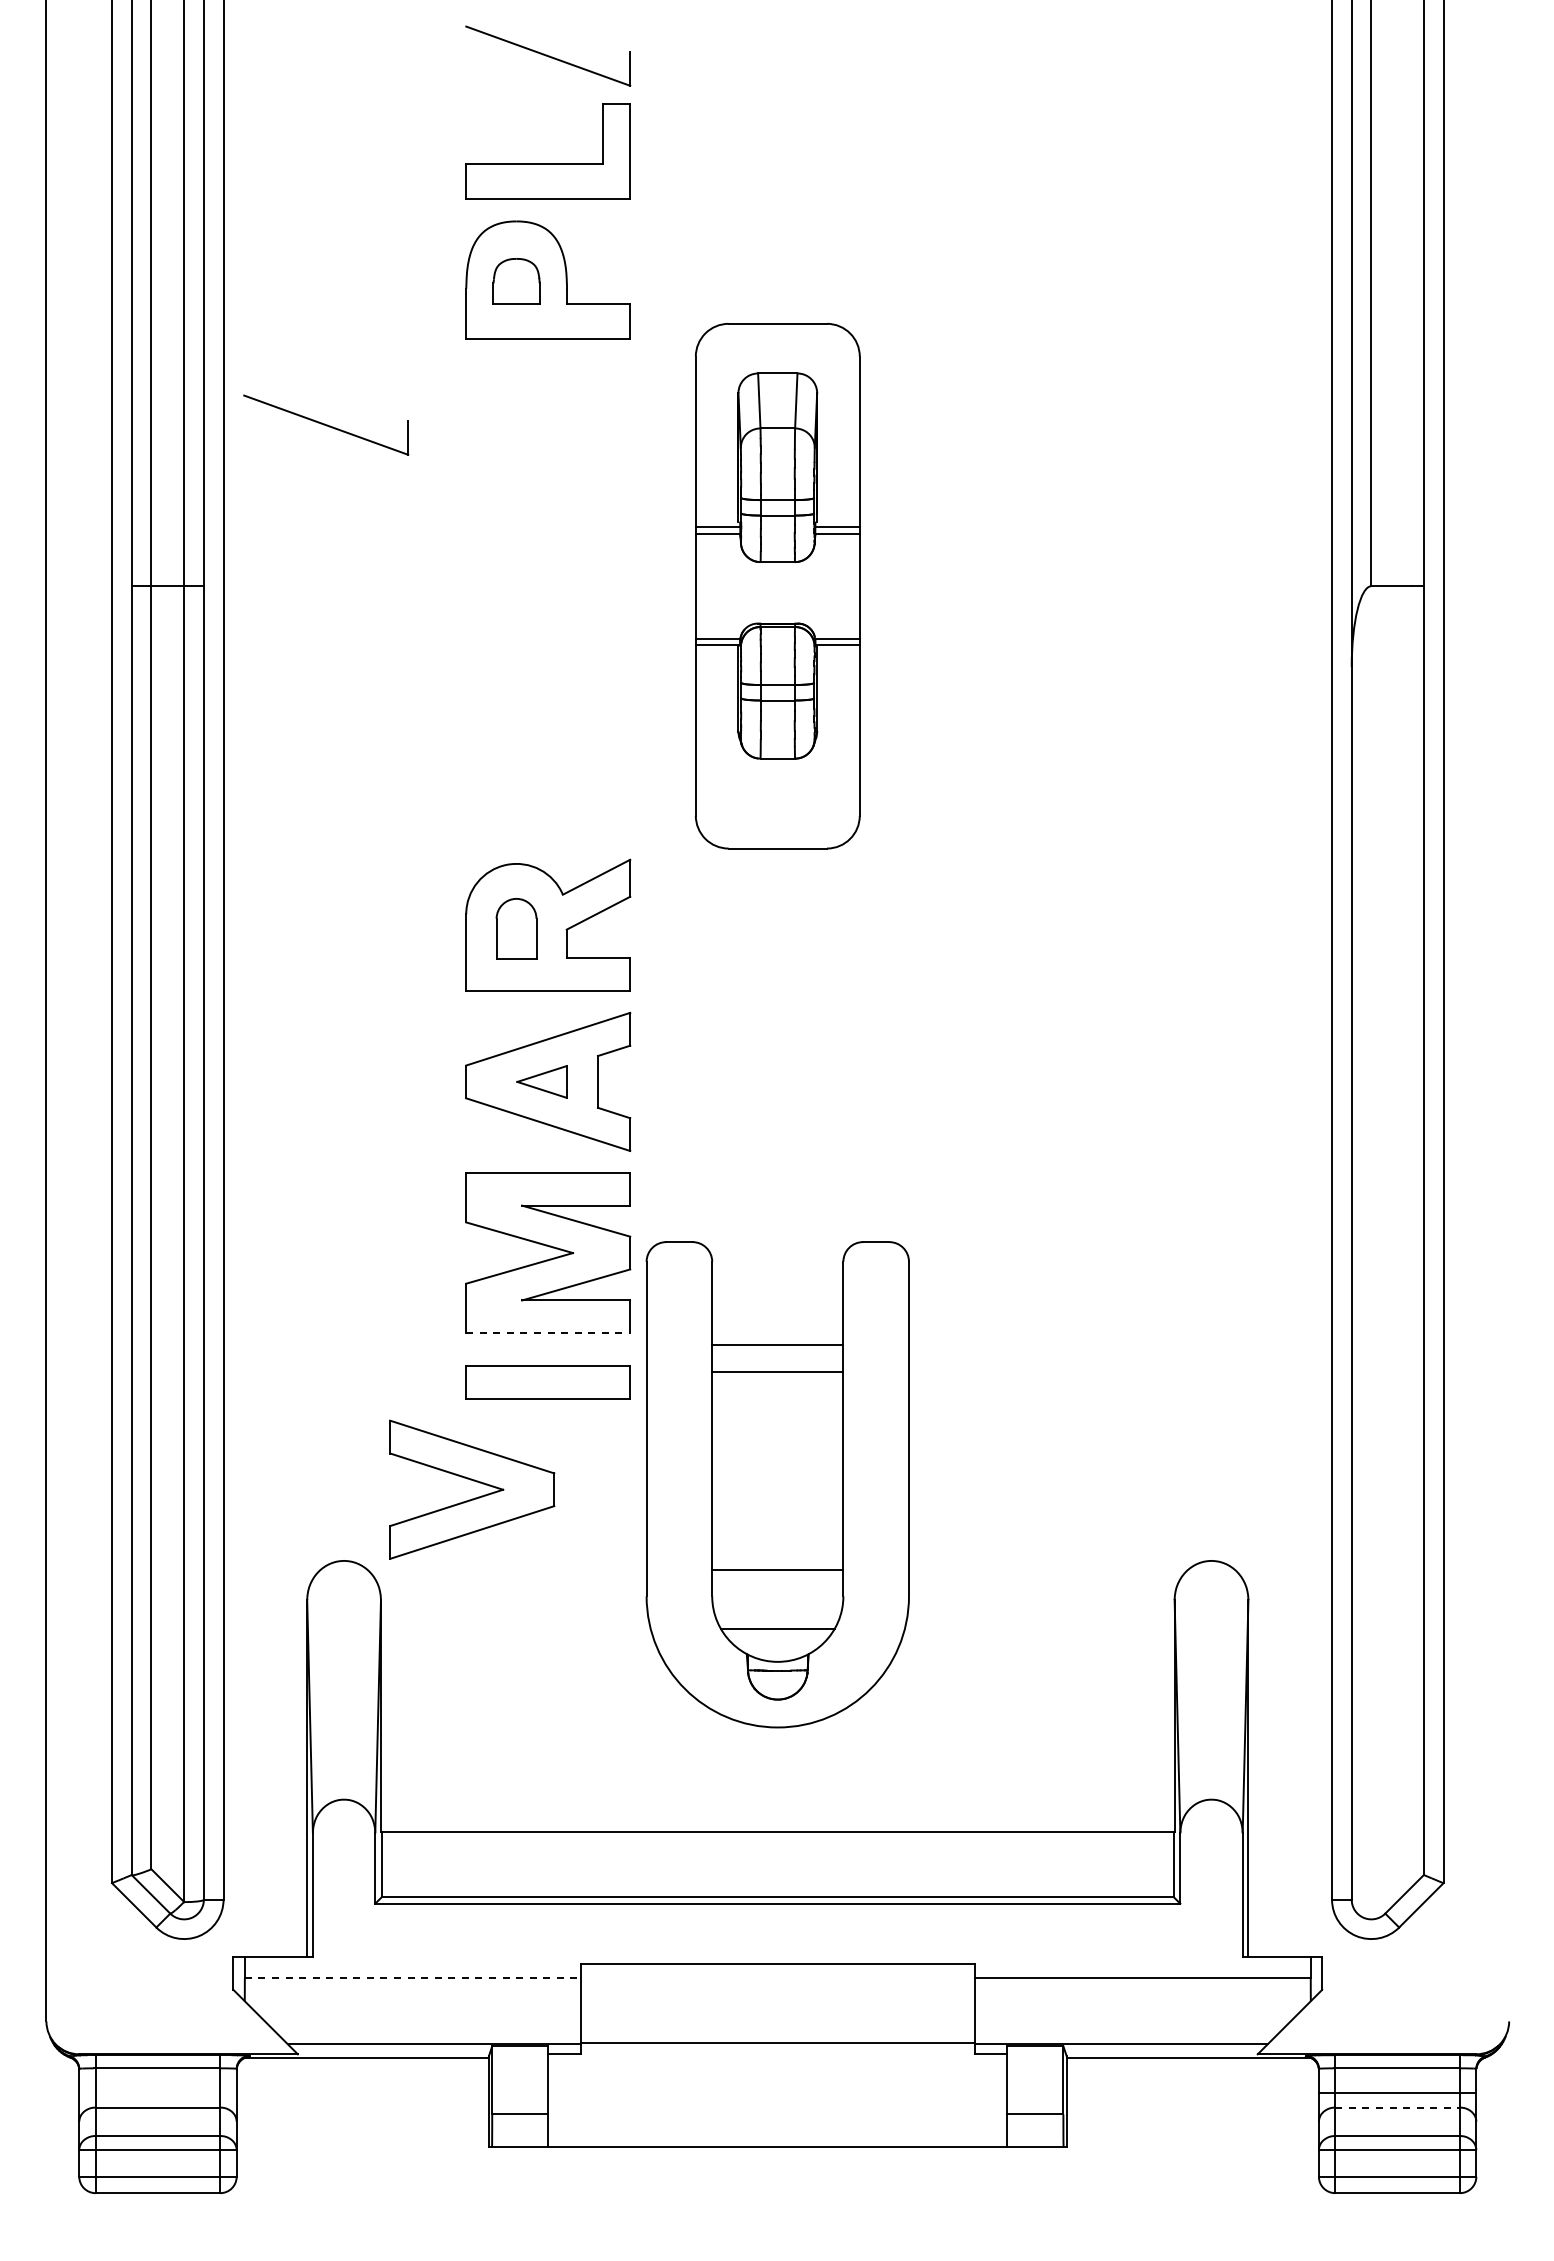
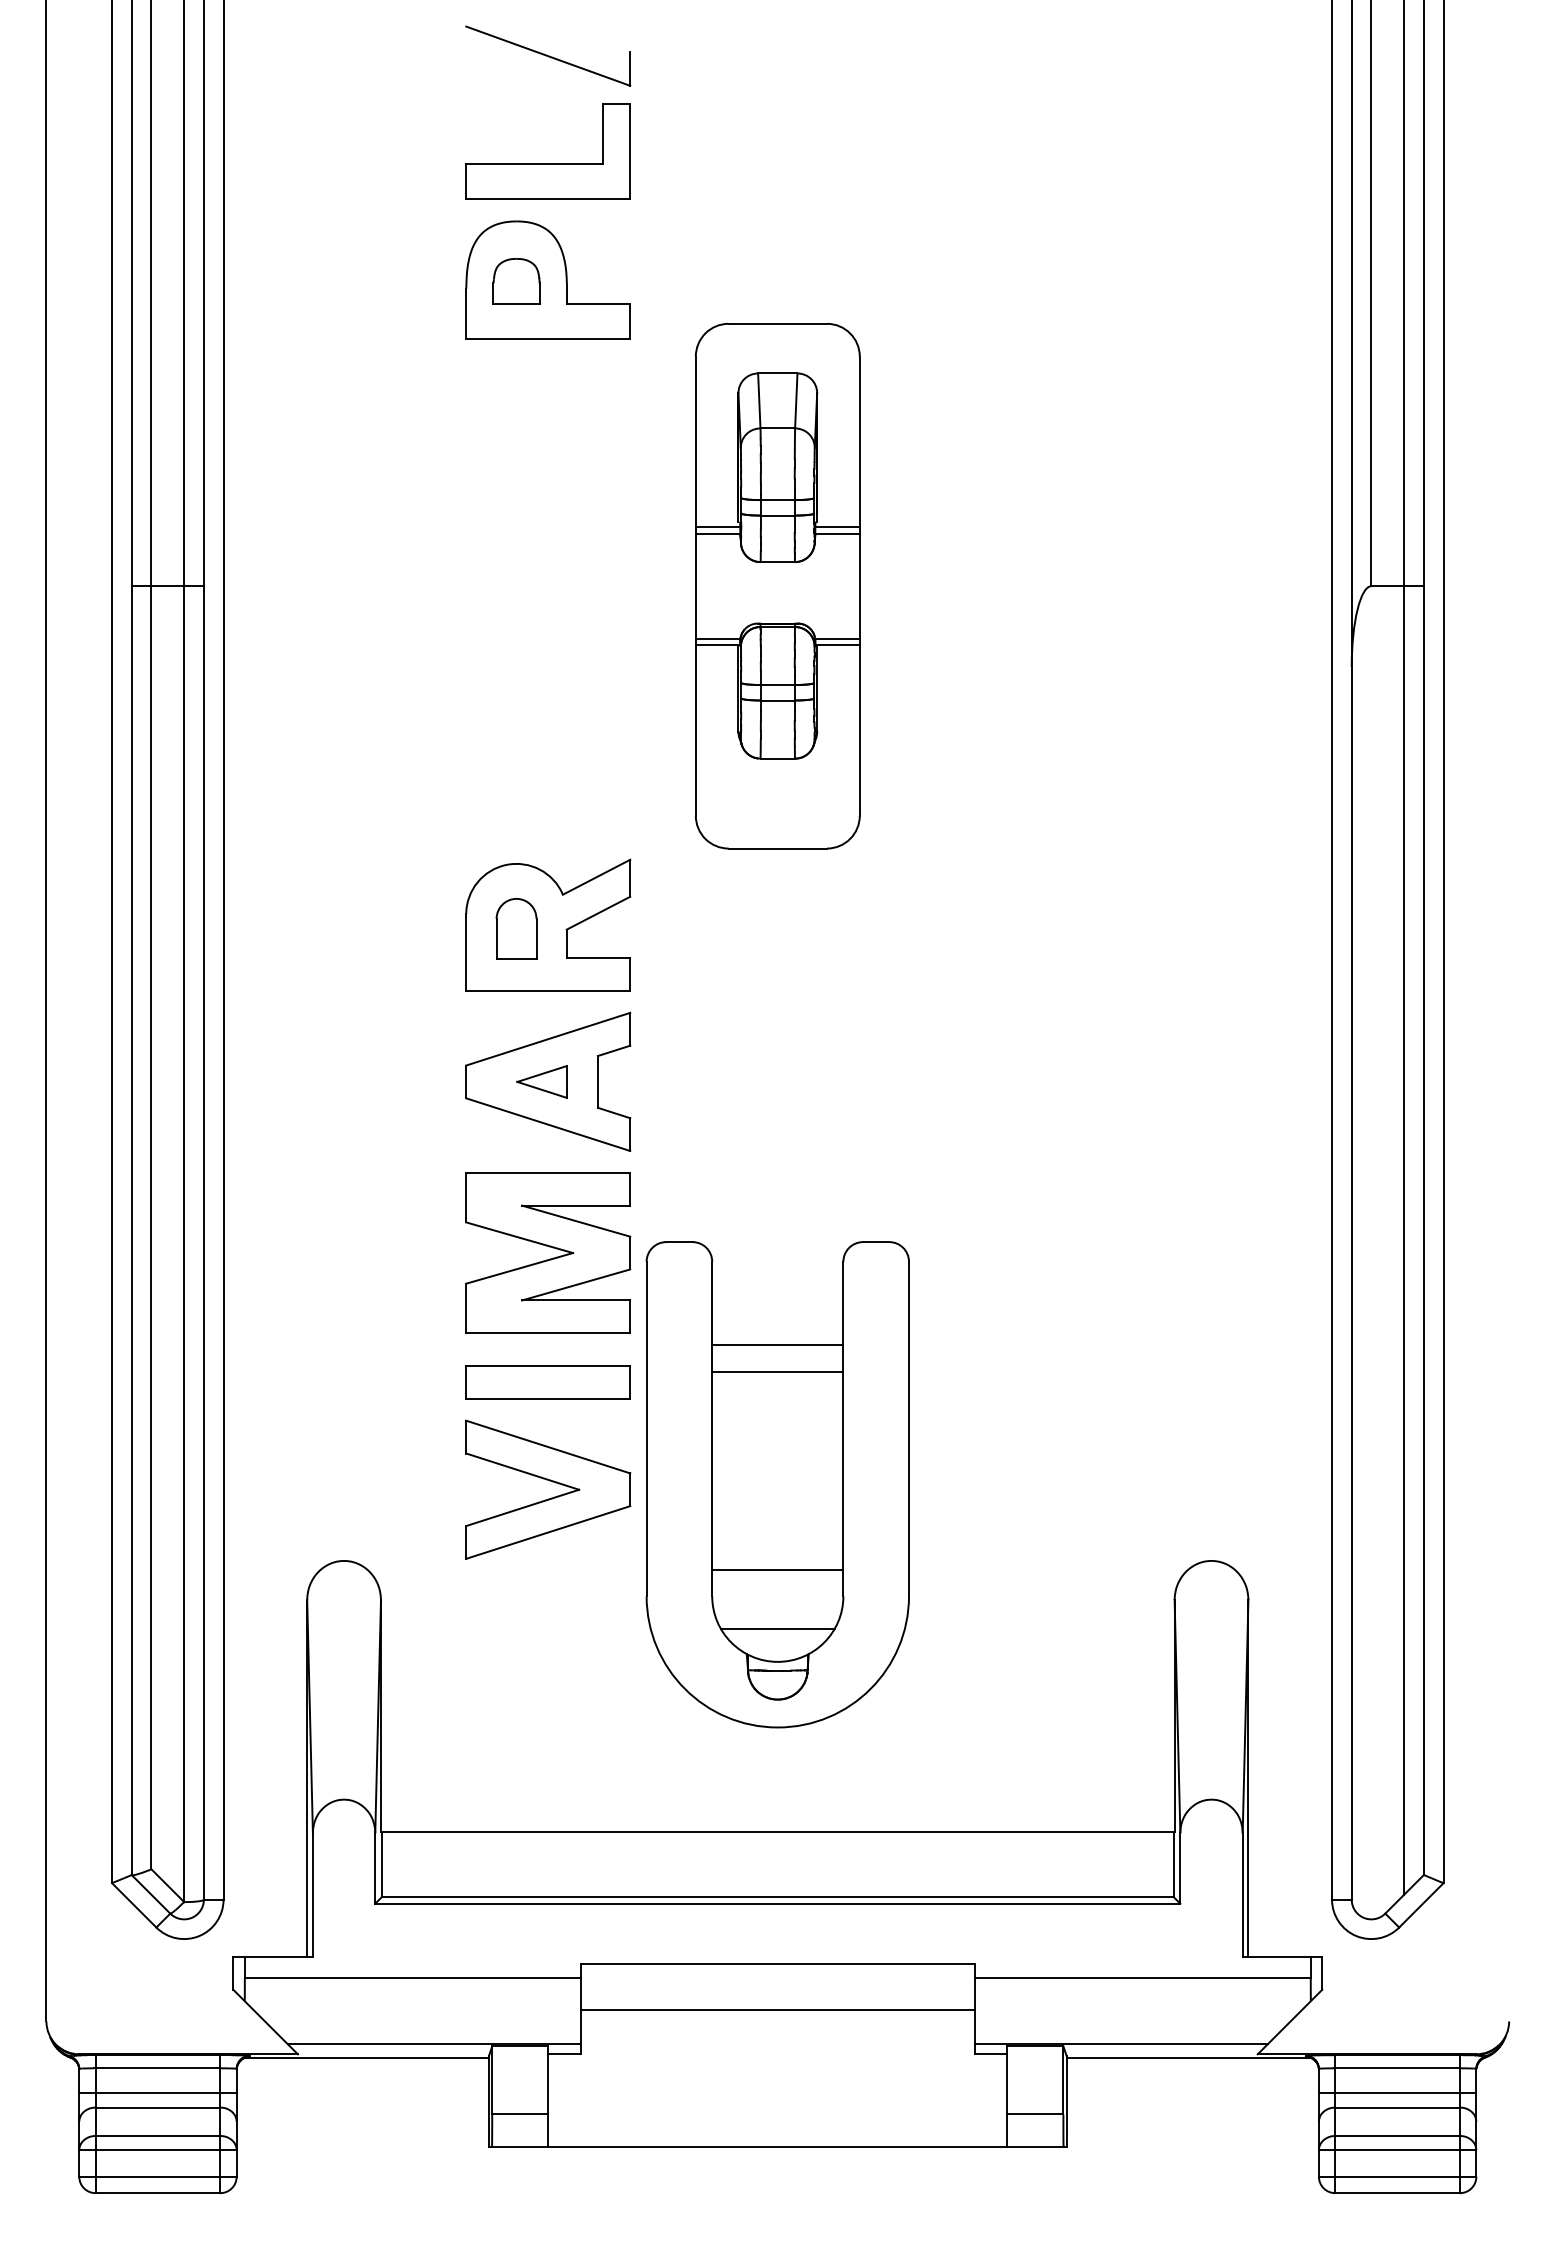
part at (326, 424): present -> none
line at (1404, 948): none -> present
line at (548, 1333): dashed -> solid
part at (473, 1481) position: (473, 1481) -> (549, 1481)
line at (413, 1978): dashed -> solid
line at (777, 2042) position: (777, 2042) -> (777, 2009)
line at (157, 2093): none -> present
line at (1398, 2107): dashed -> solid
